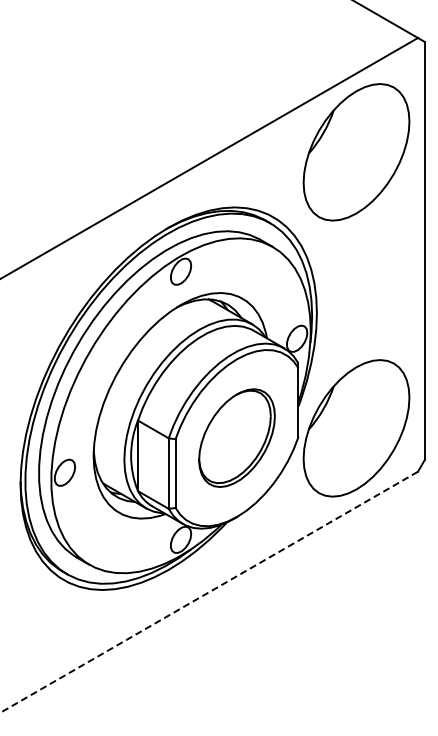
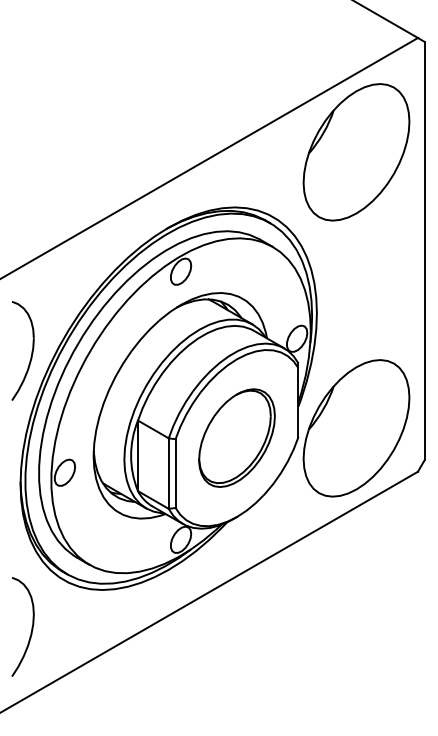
part at (31, 351): none -> present
line at (209, 592): dashed -> solid
curve at (31, 627): none -> present
